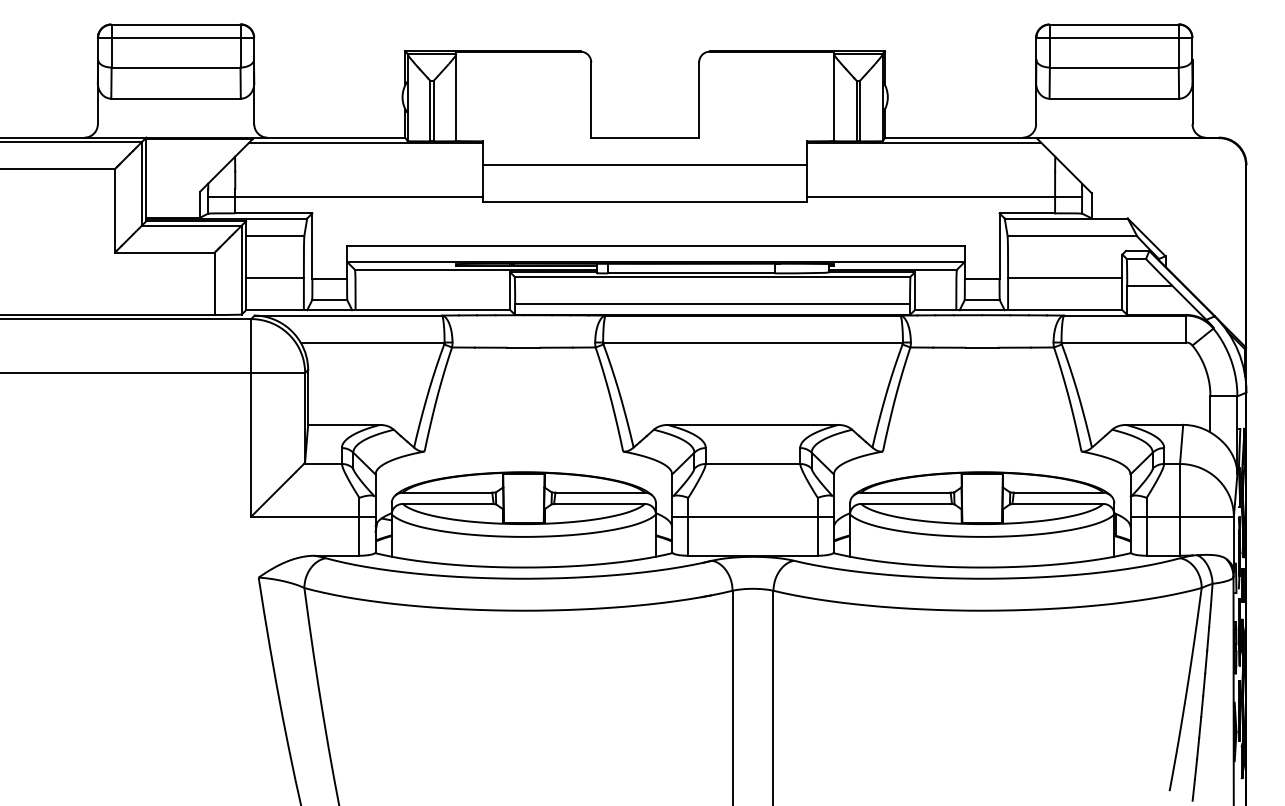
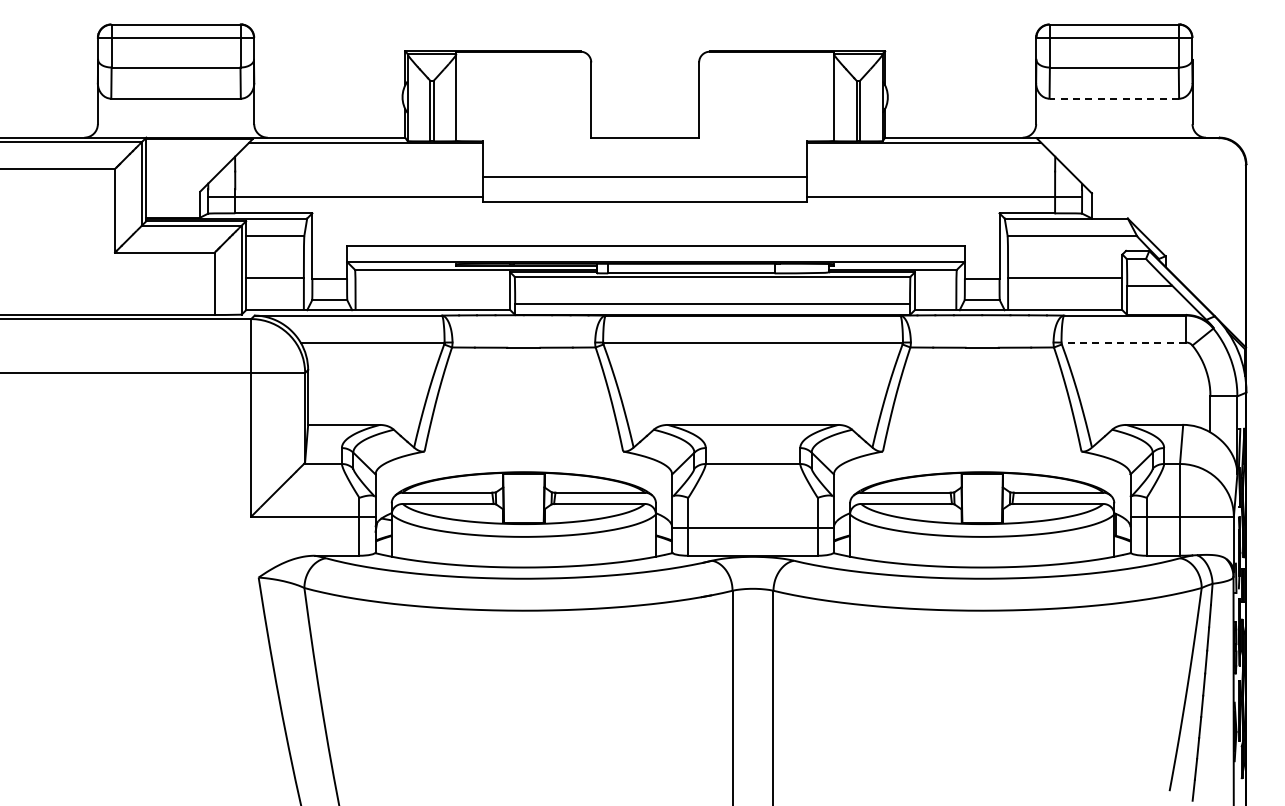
line at (1114, 98): solid -> dashed
line at (644, 164) position: (644, 164) -> (644, 176)
line at (1123, 342): solid -> dashed
line at (752, 516) position: (752, 516) -> (752, 527)
